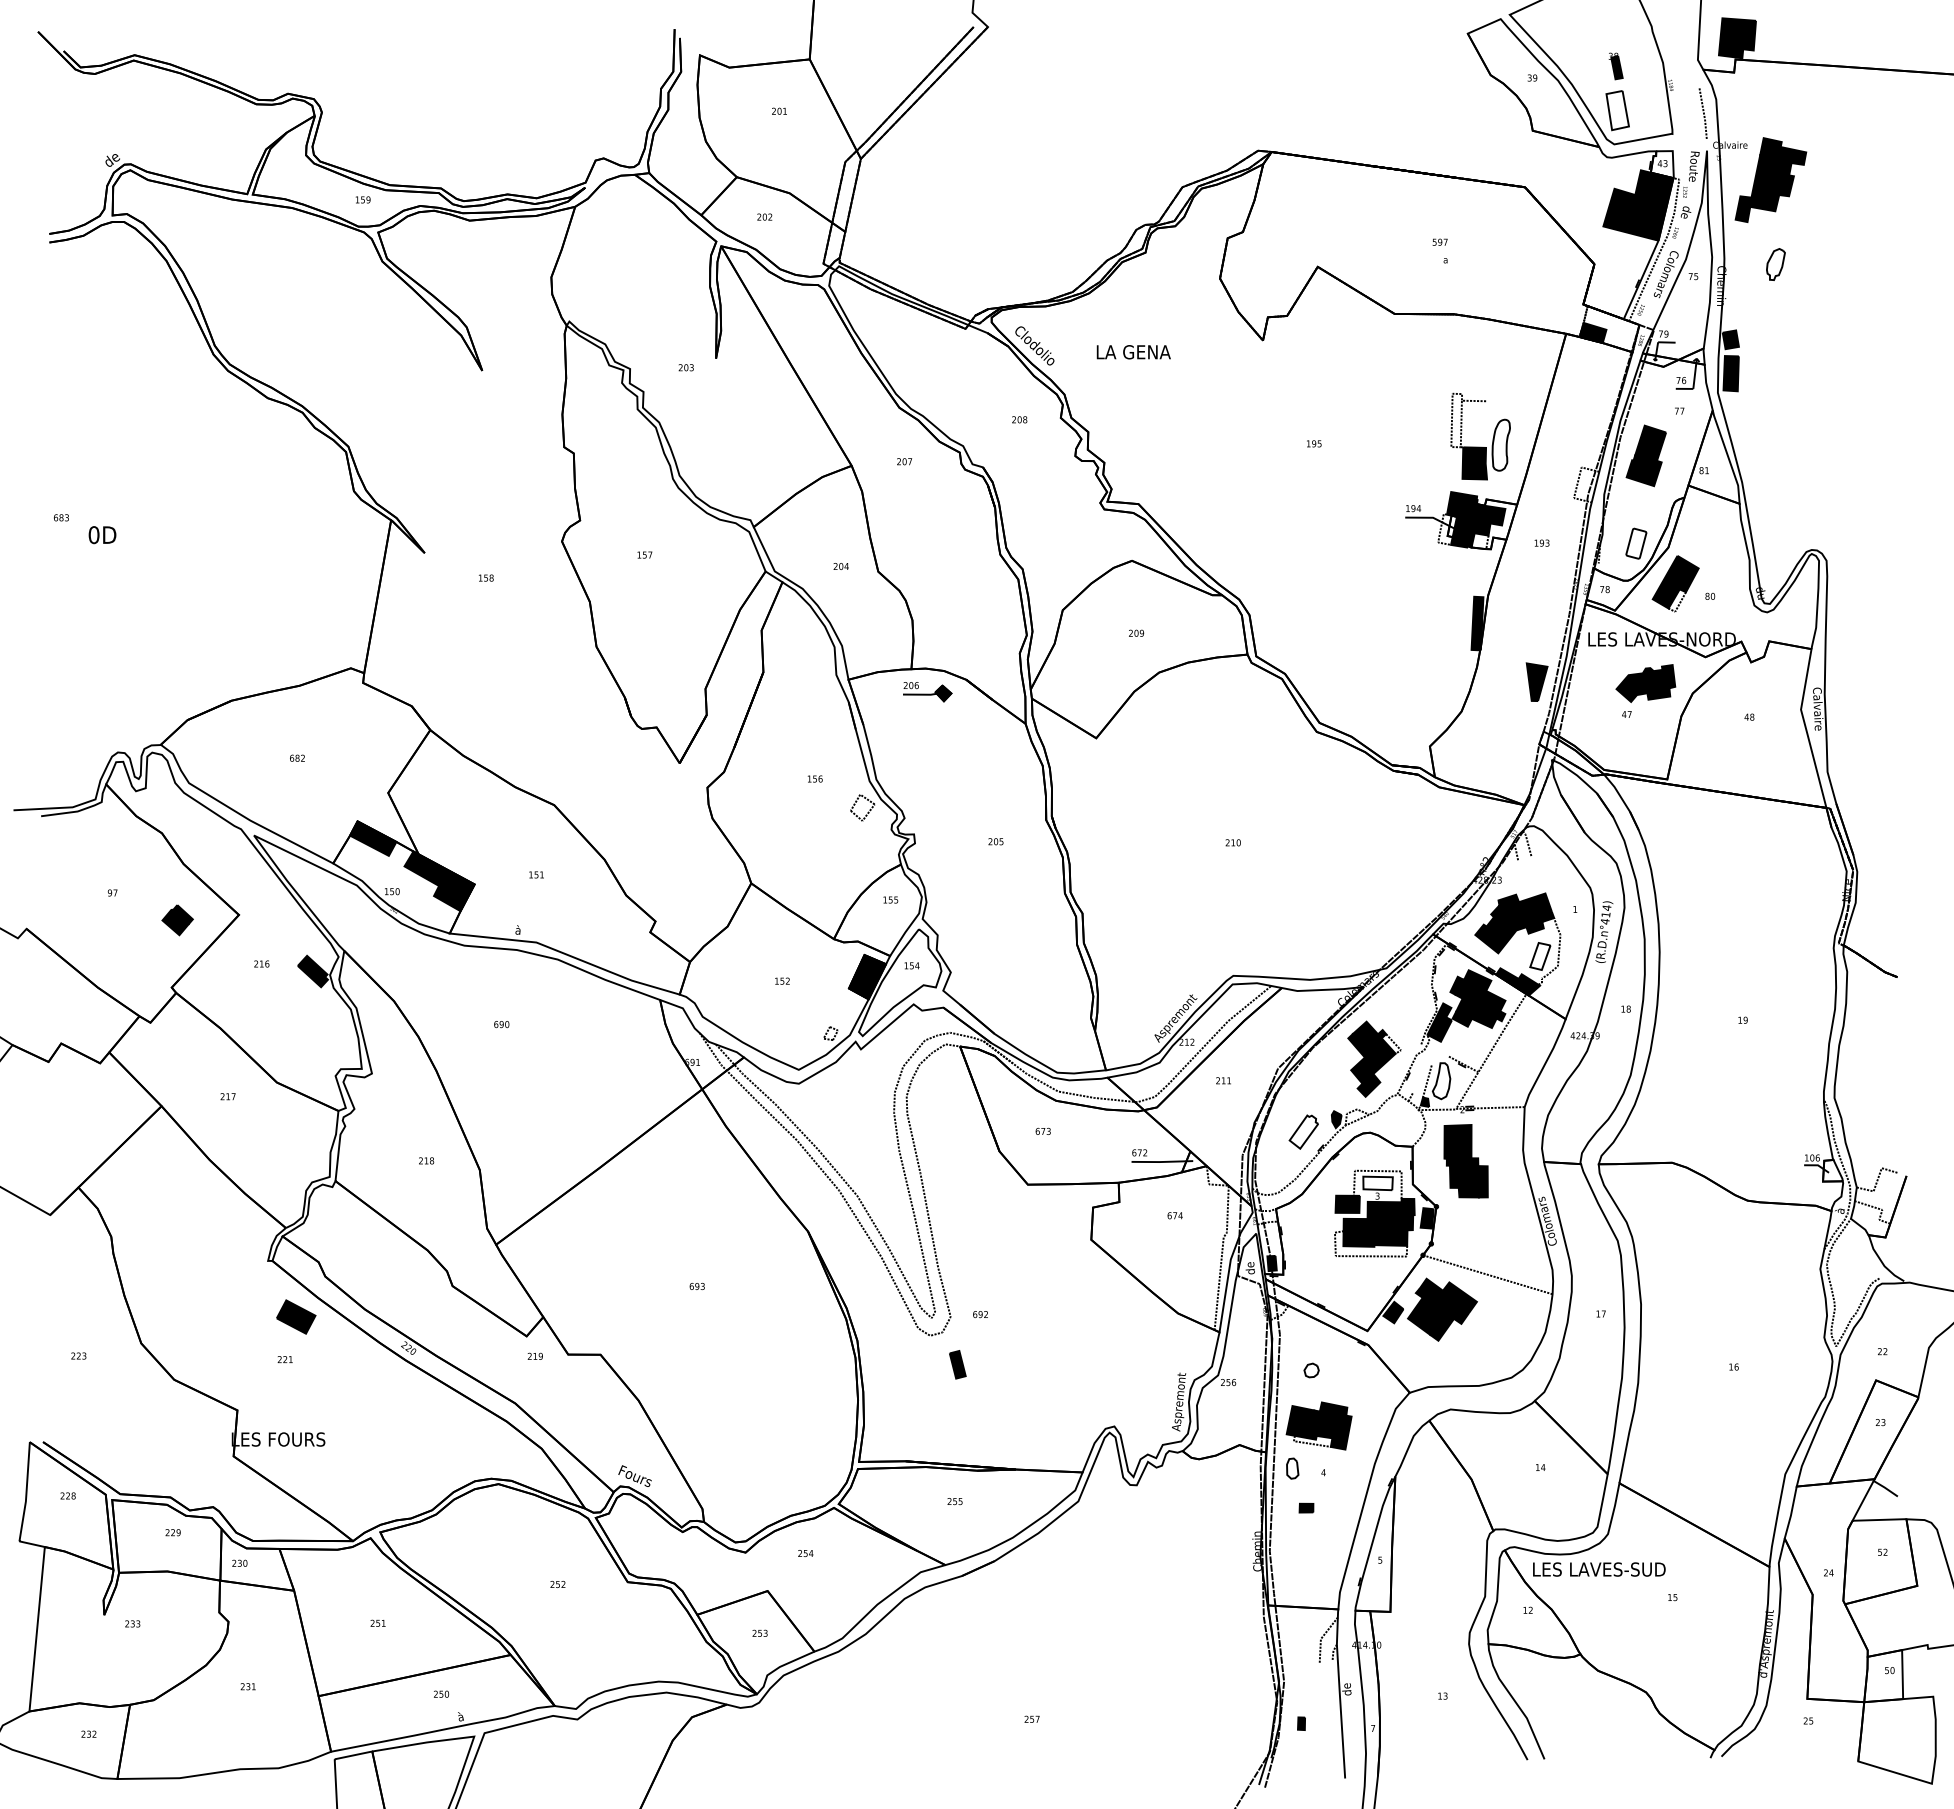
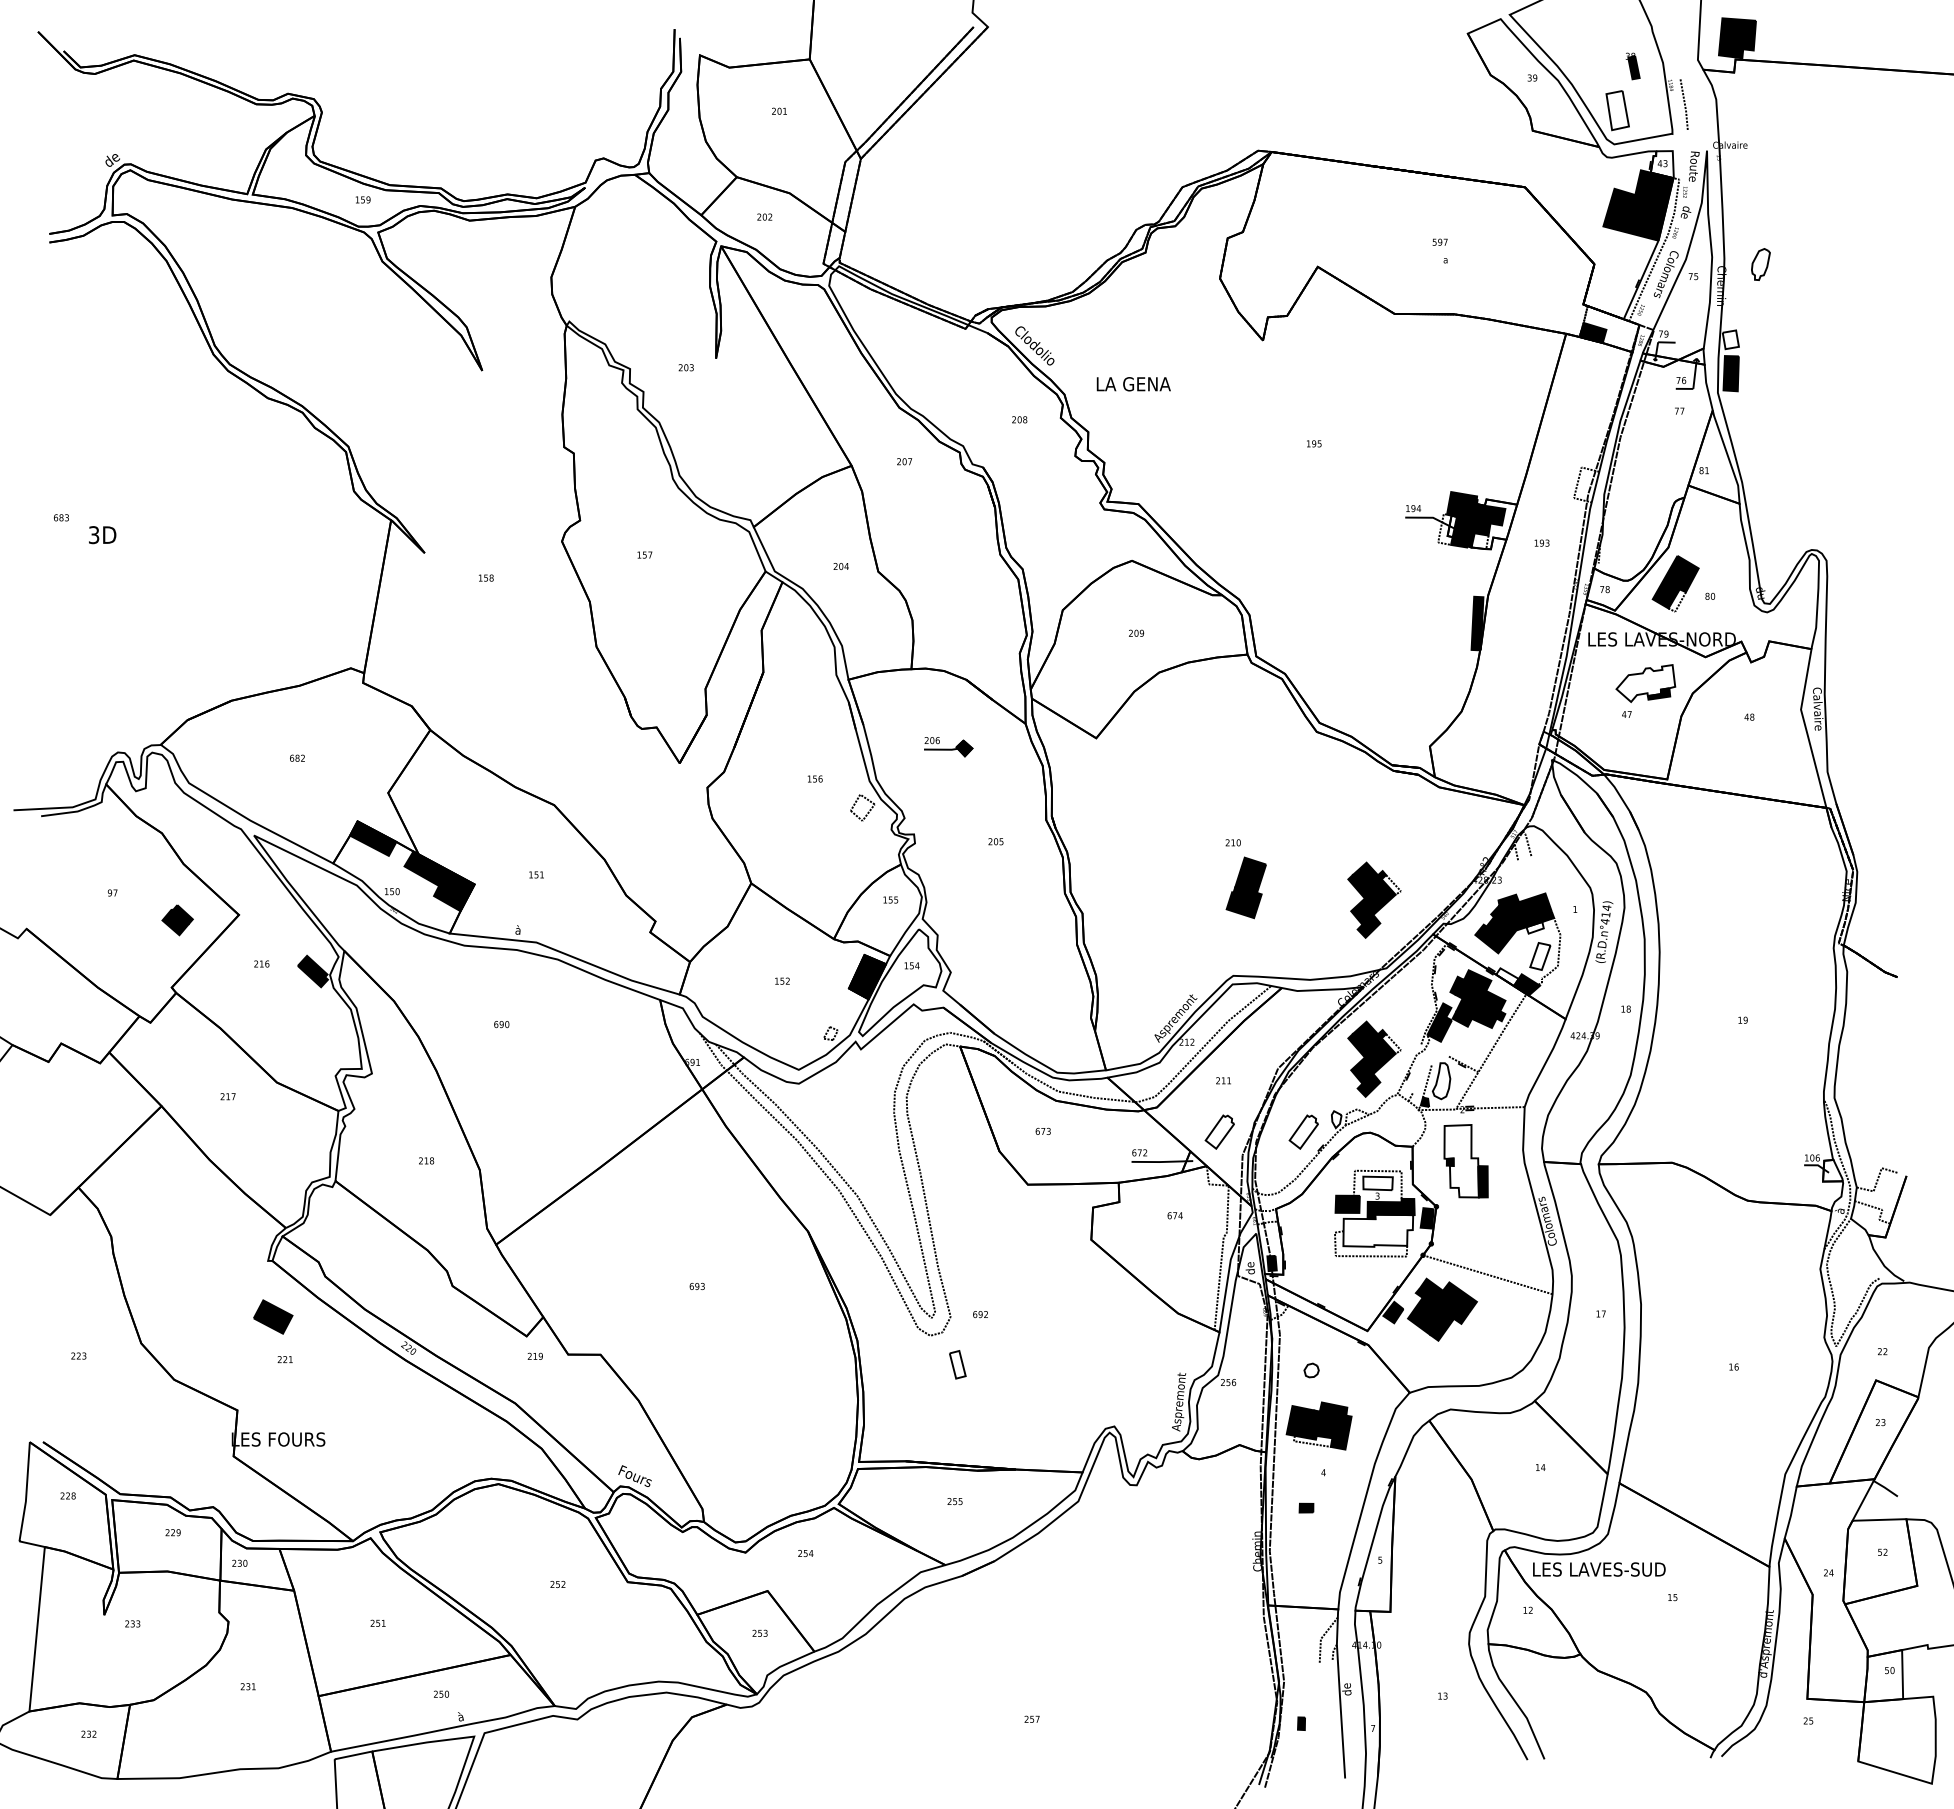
part at (1615, 66) position: (1615, 66) -> (1632, 66)
line at (1703, 113) position: (1703, 113) -> (1684, 104)
part at (1770, 179): present -> none
part at (1775, 264) position: (1775, 264) -> (1760, 264)
fill at (1730, 339): present -> none
text at (1133, 352) position: (1133, 352) -> (1133, 384)
part at (1480, 446): present -> none
part at (1645, 455) position: (1645, 455) -> (1245, 887)
text at (93, 535): 0D -> 3D
part at (1636, 543): present -> none
part at (1536, 681): present -> none
fill at (1645, 683): present -> none
part at (927, 692) position: (927, 692) -> (948, 747)
part at (1374, 899): none -> present
fill at (1534, 927): present -> none
fill at (1507, 977): present -> none
fill at (1336, 1119): present -> none
part at (1219, 1131): none -> present
fill at (1461, 1160): present -> none
fill at (1378, 1230): present -> none
part at (296, 1316) position: (296, 1316) -> (273, 1316)
fill at (957, 1364): present -> none
part at (1292, 1468): present -> none
